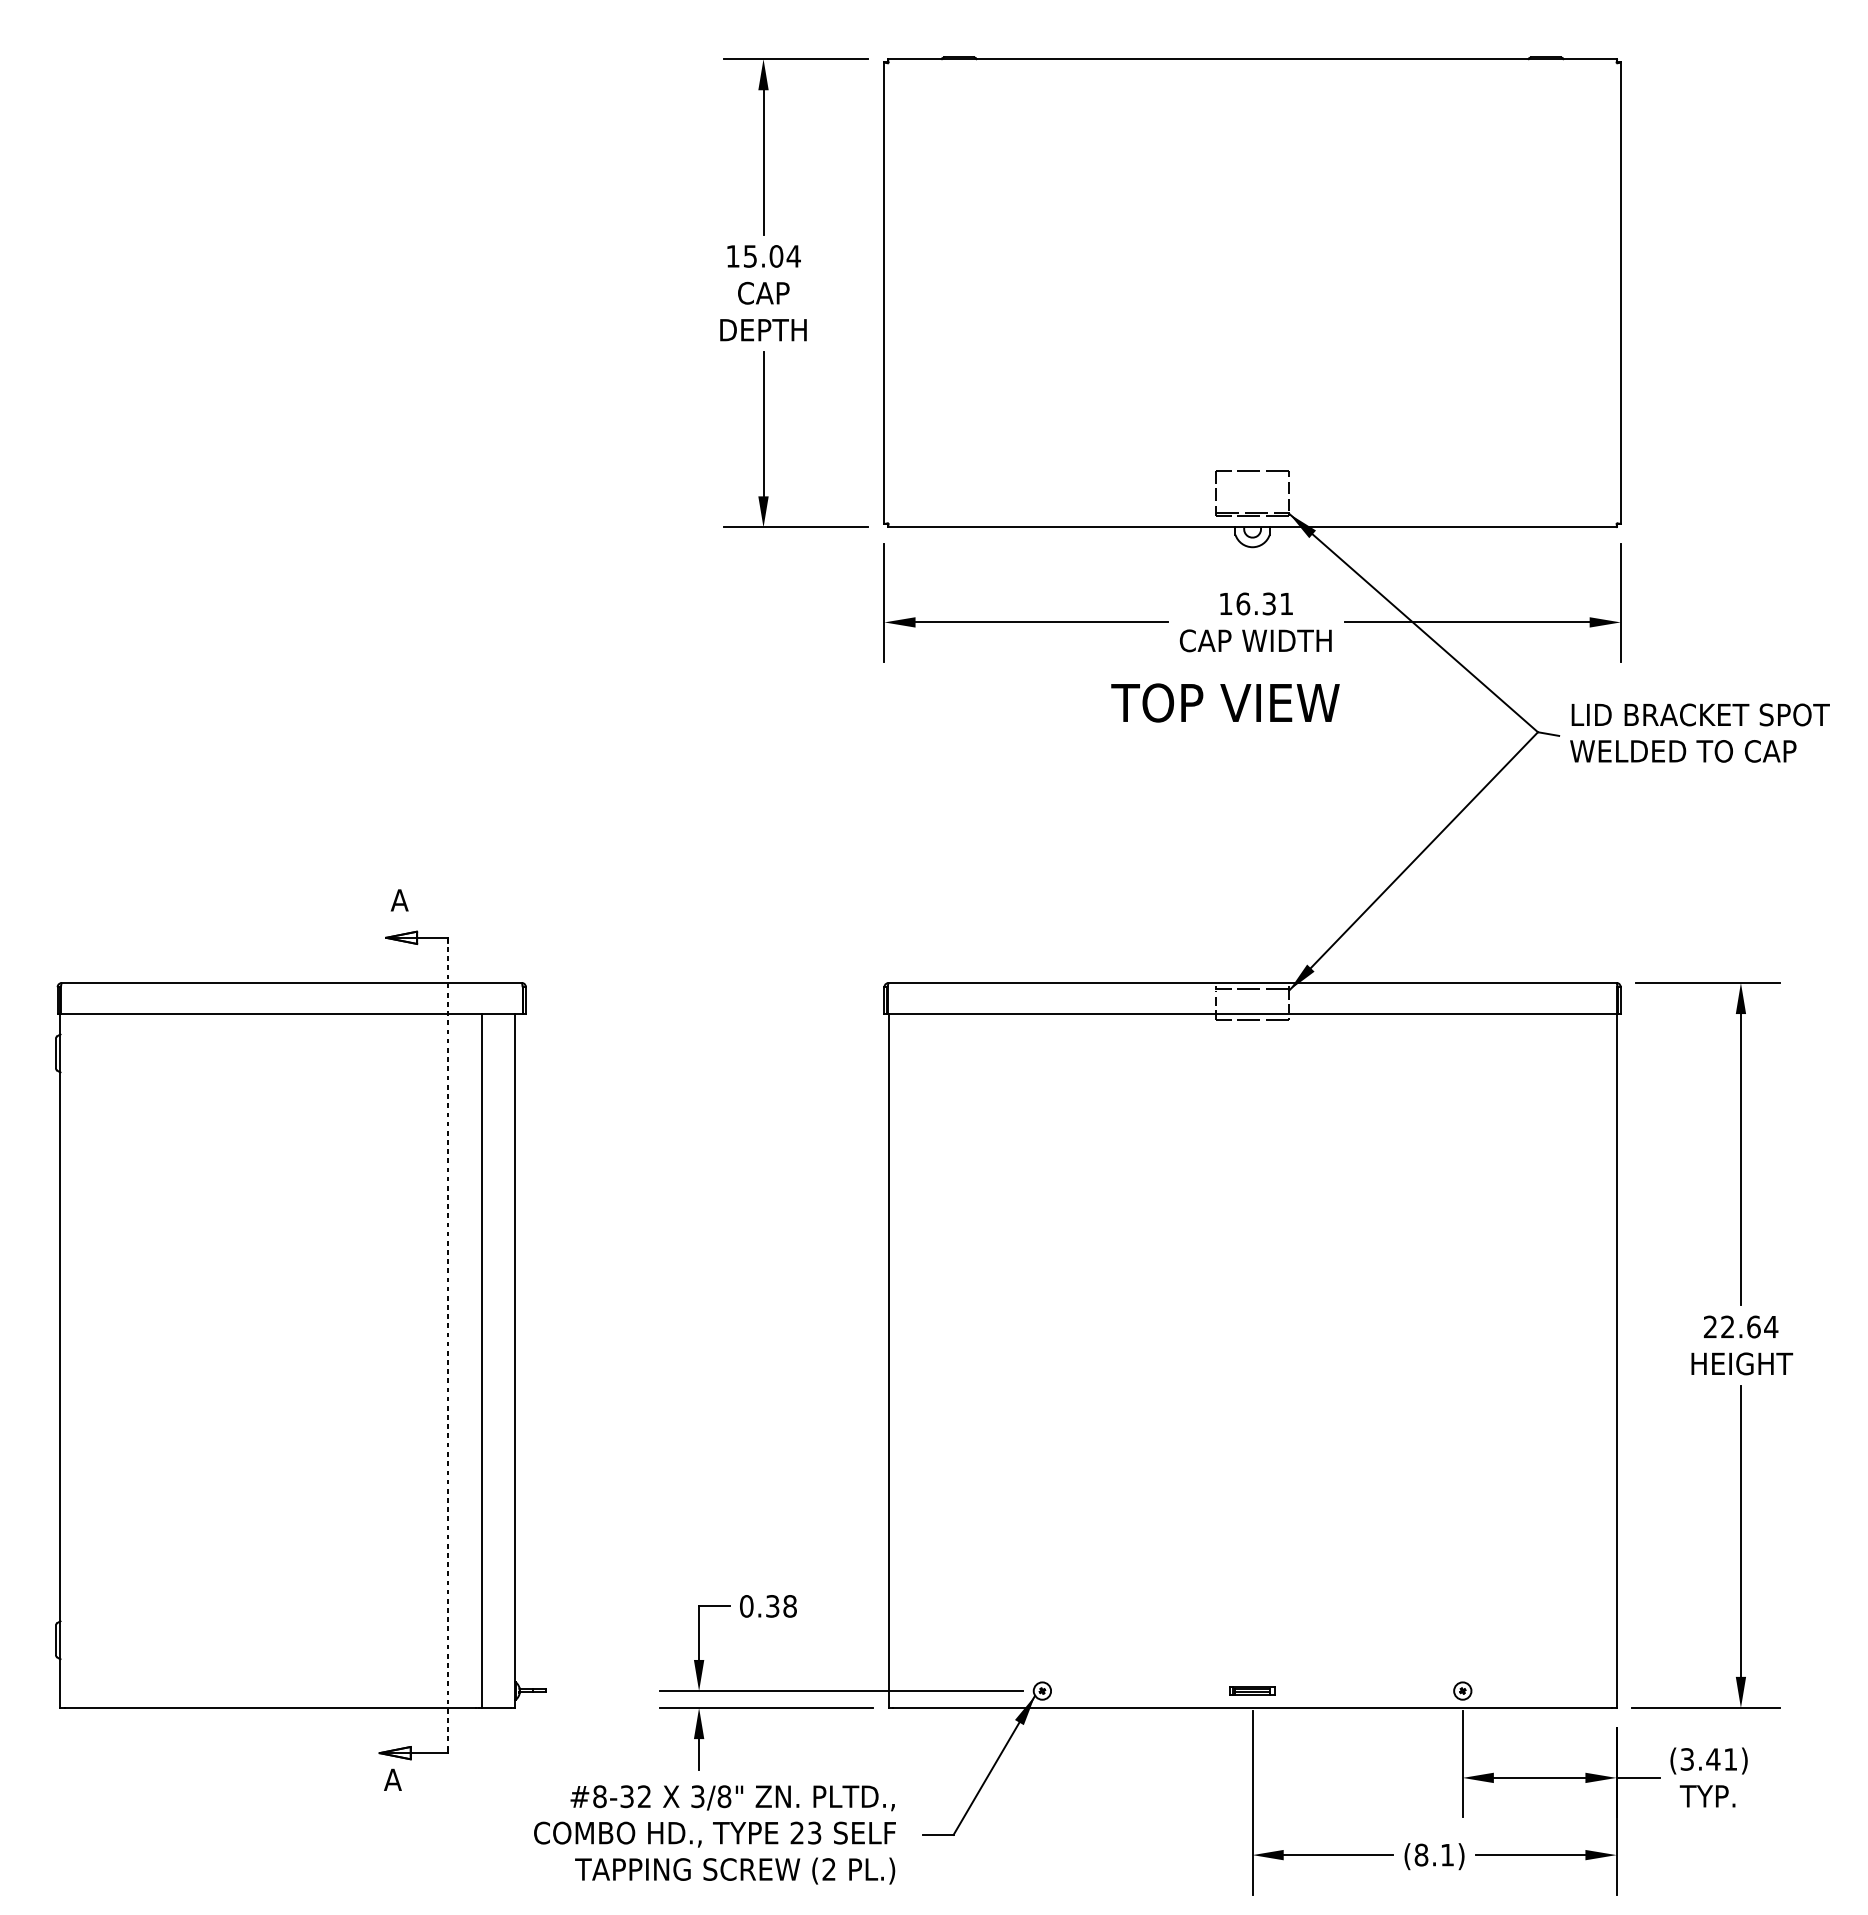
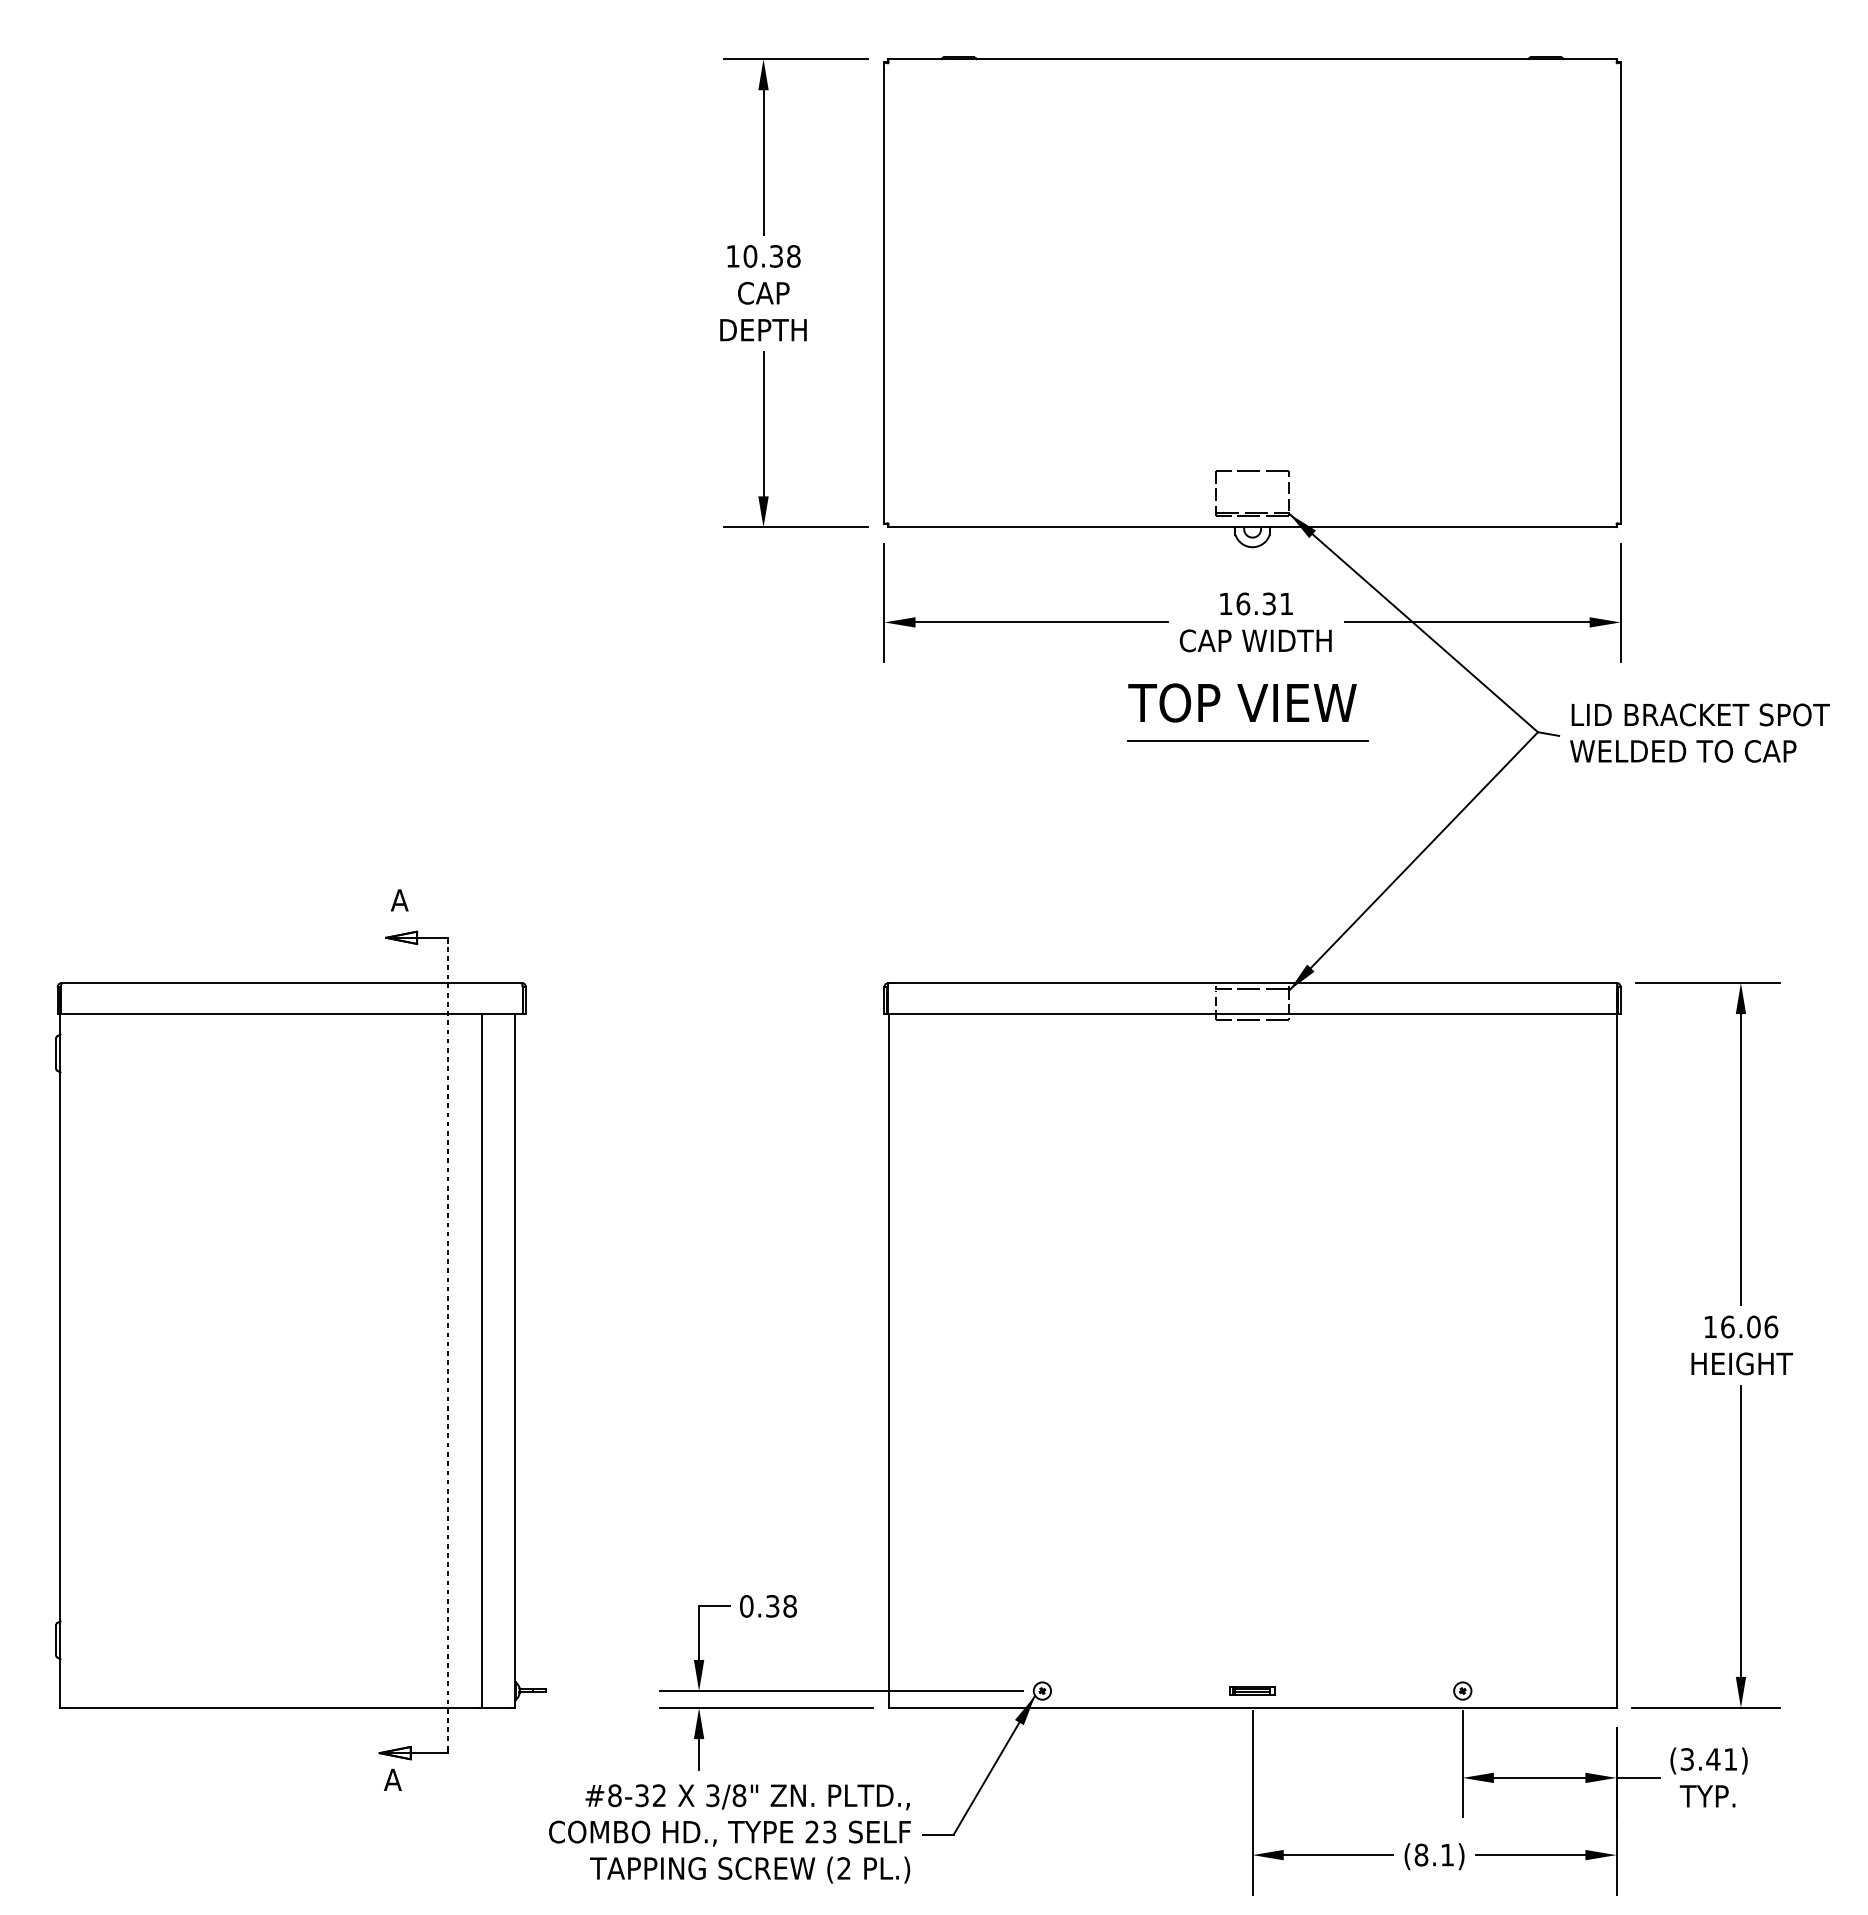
text at (771, 256): 15.04 -> 10.38
text at (1225, 702) position: (1225, 702) -> (1242, 702)
line at (1247, 740): none -> present
text at (1740, 1326): 22.64 -> 16.06
text at (714, 1834) position: (714, 1834) -> (729, 1833)
